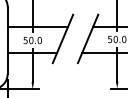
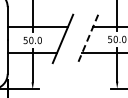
line at (87, 39): solid -> dashed
